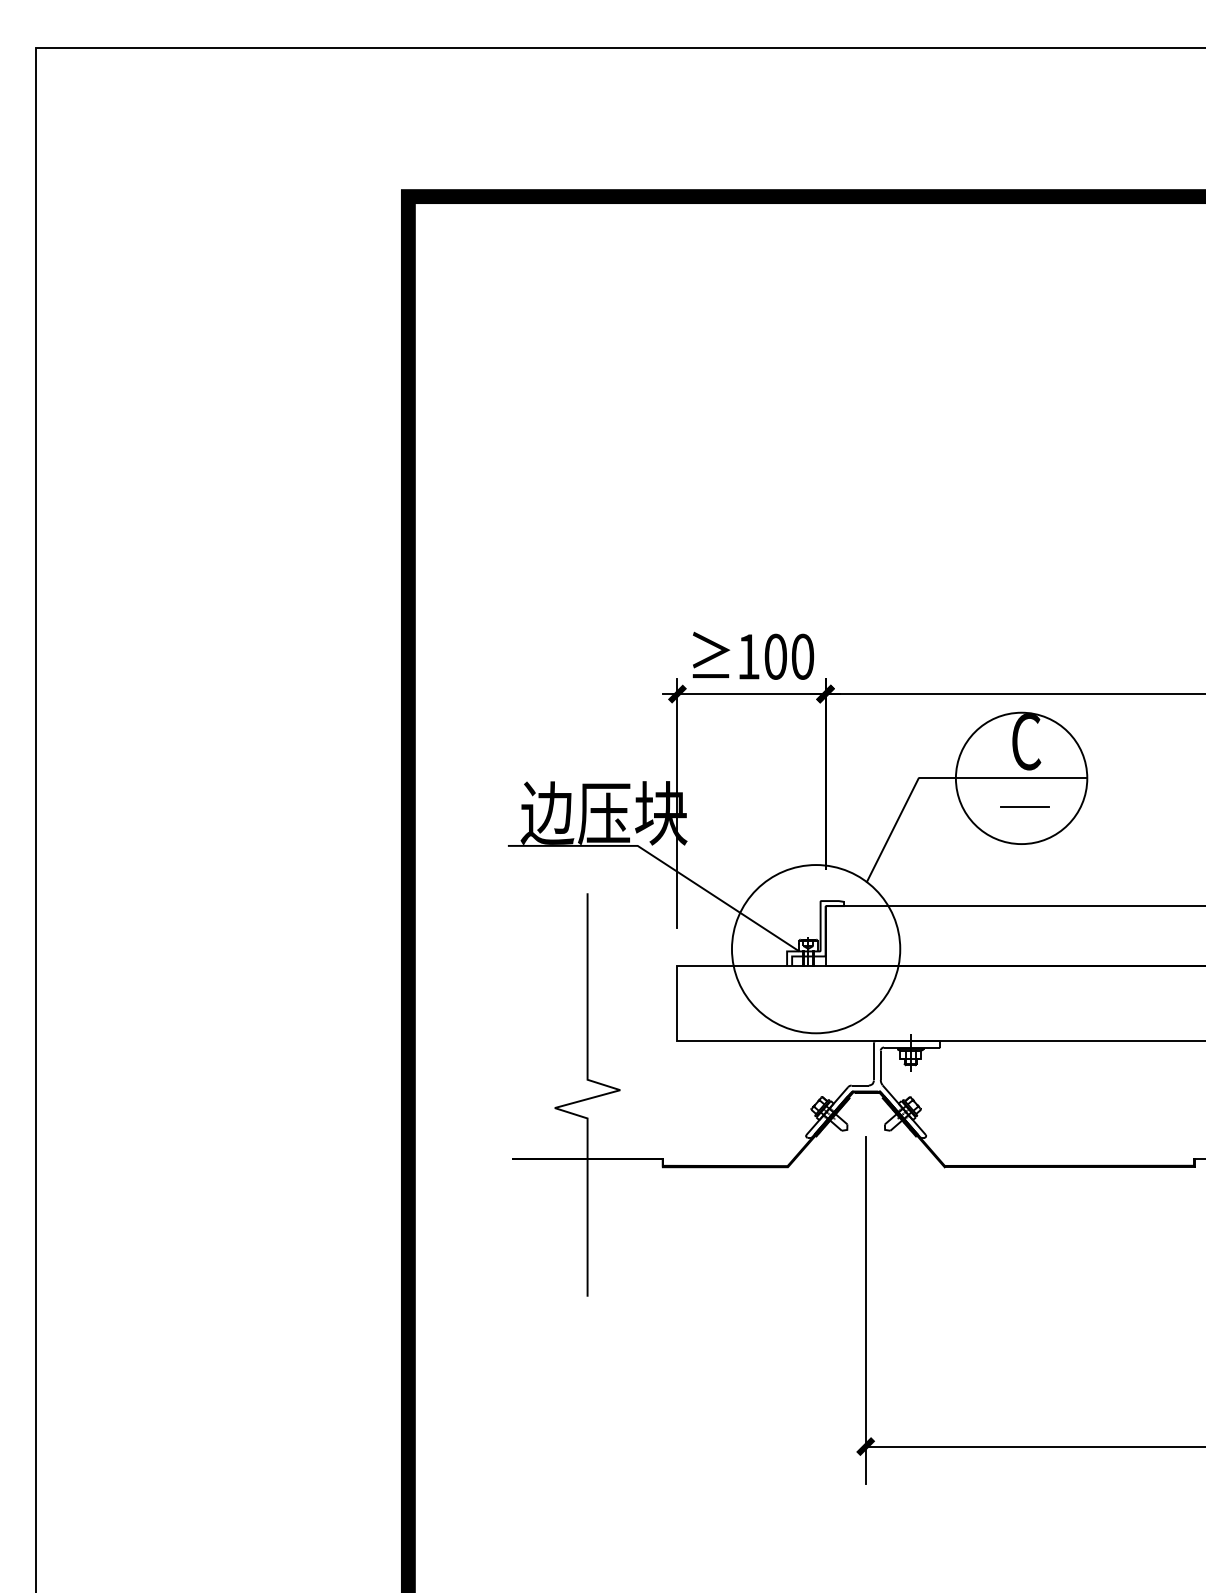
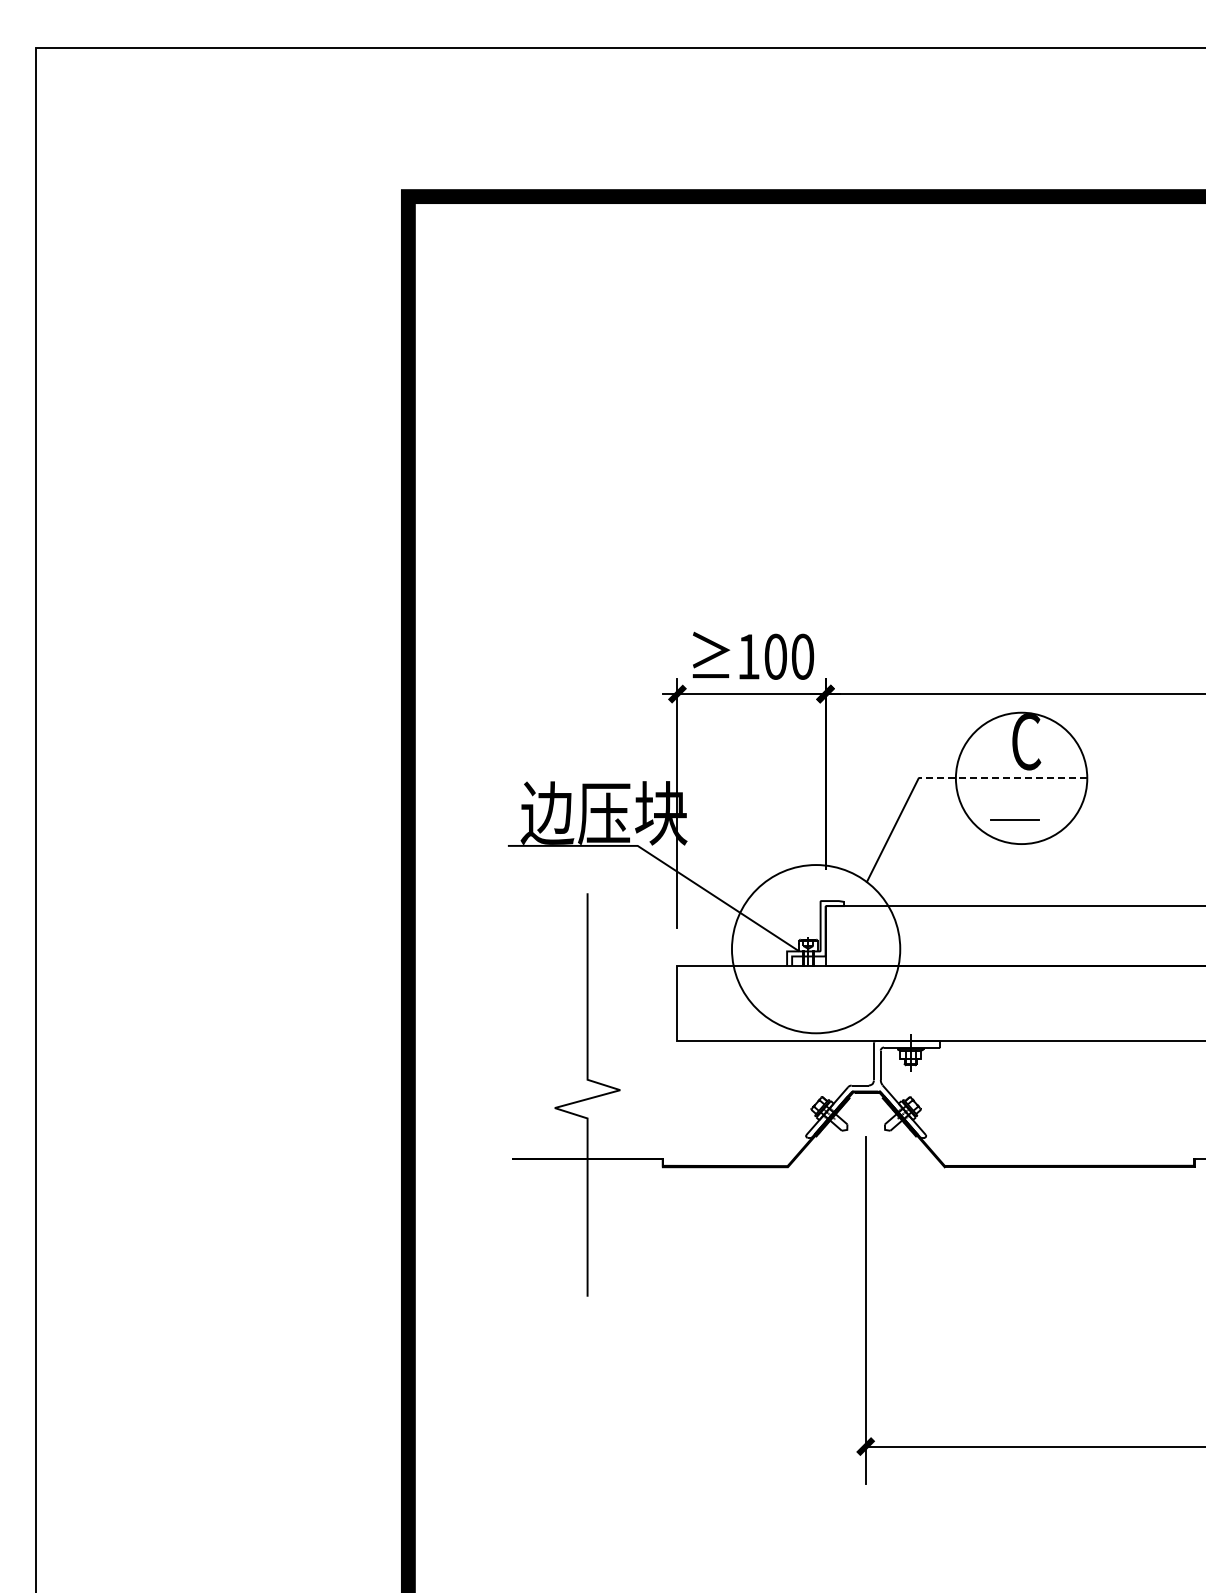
line at (1002, 778): solid -> dashed
line at (1024, 806) position: (1024, 806) -> (1014, 819)
